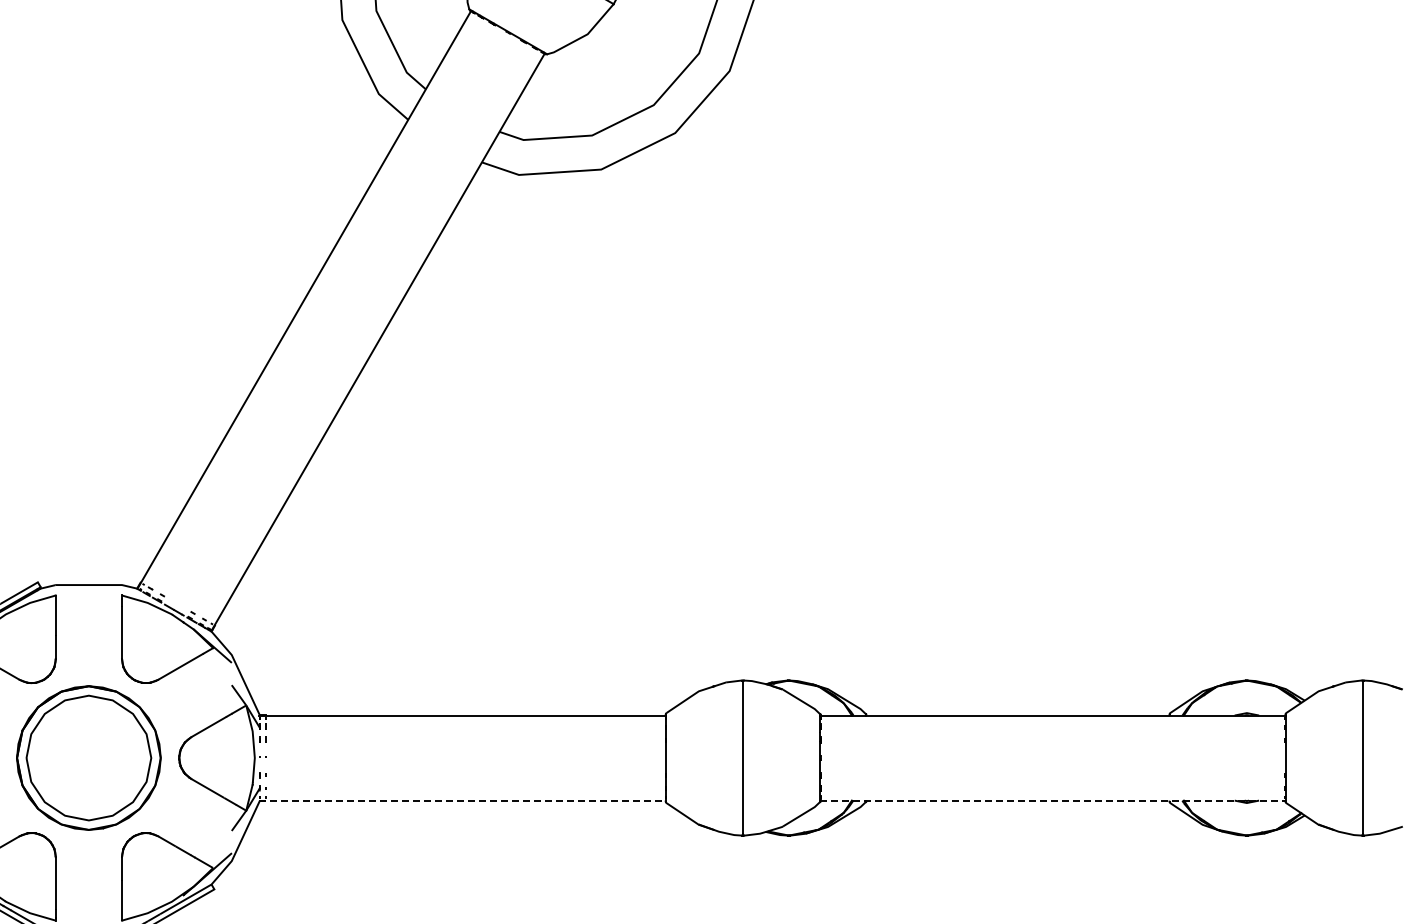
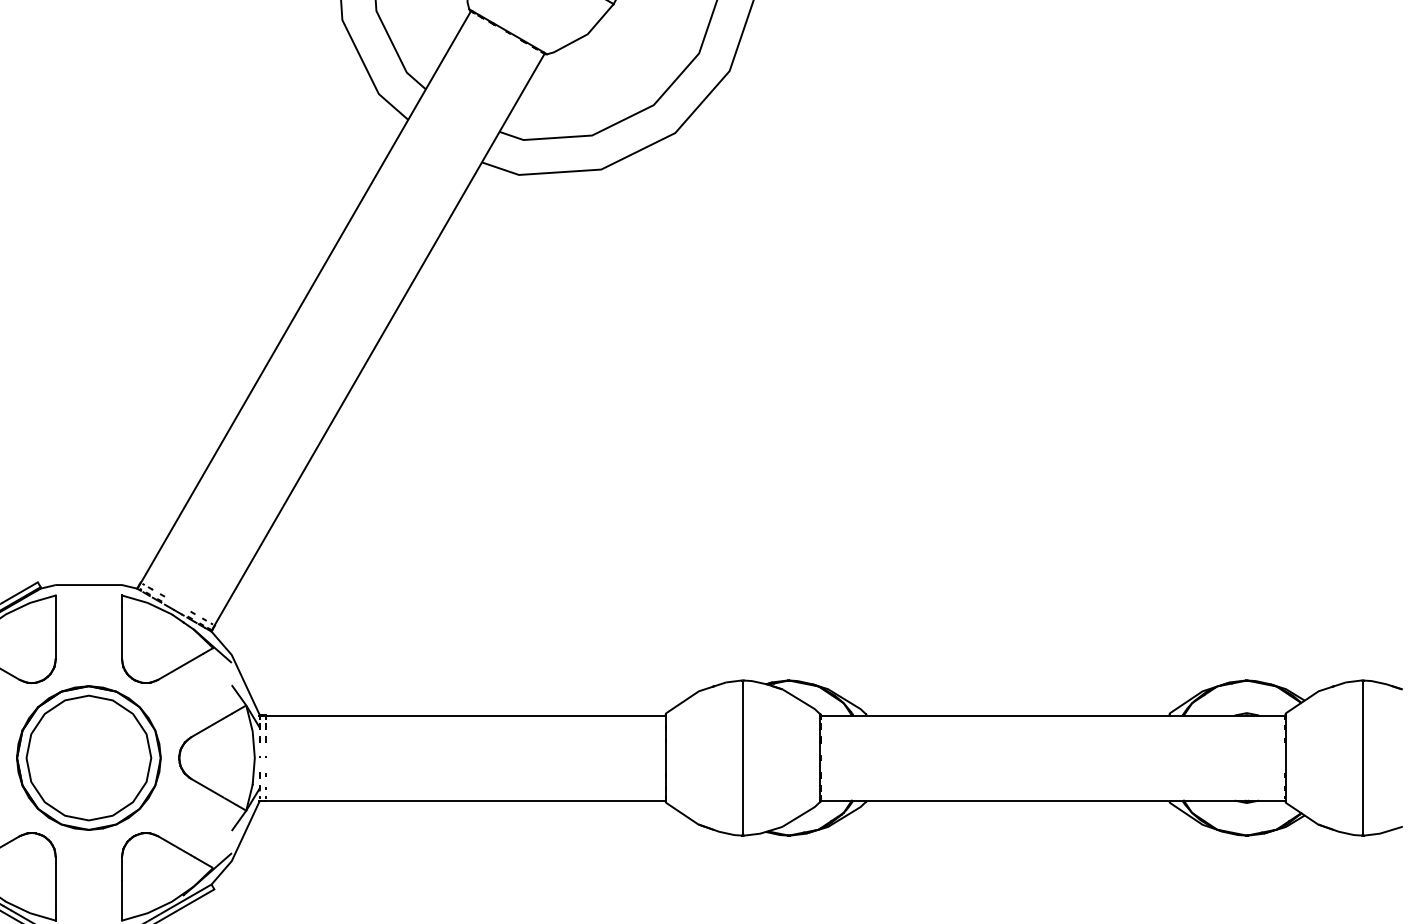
line at (463, 800): dashed -> solid
line at (1052, 800): dashed -> solid
